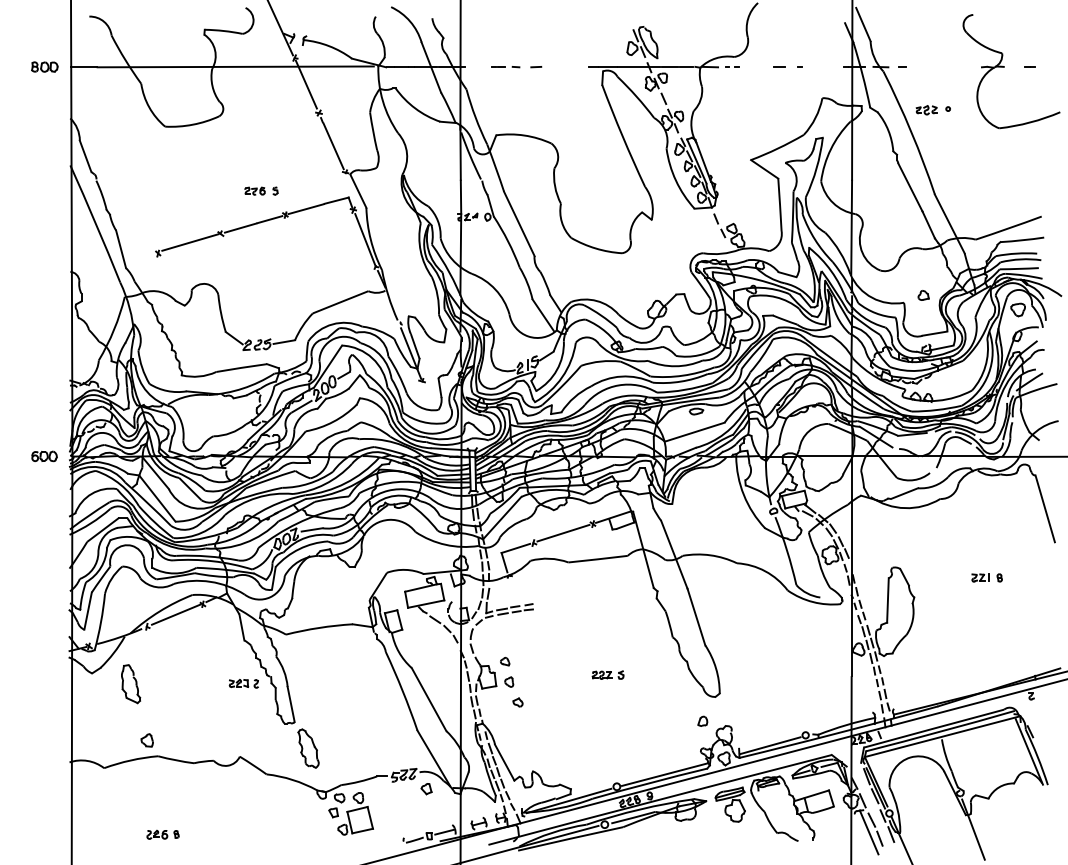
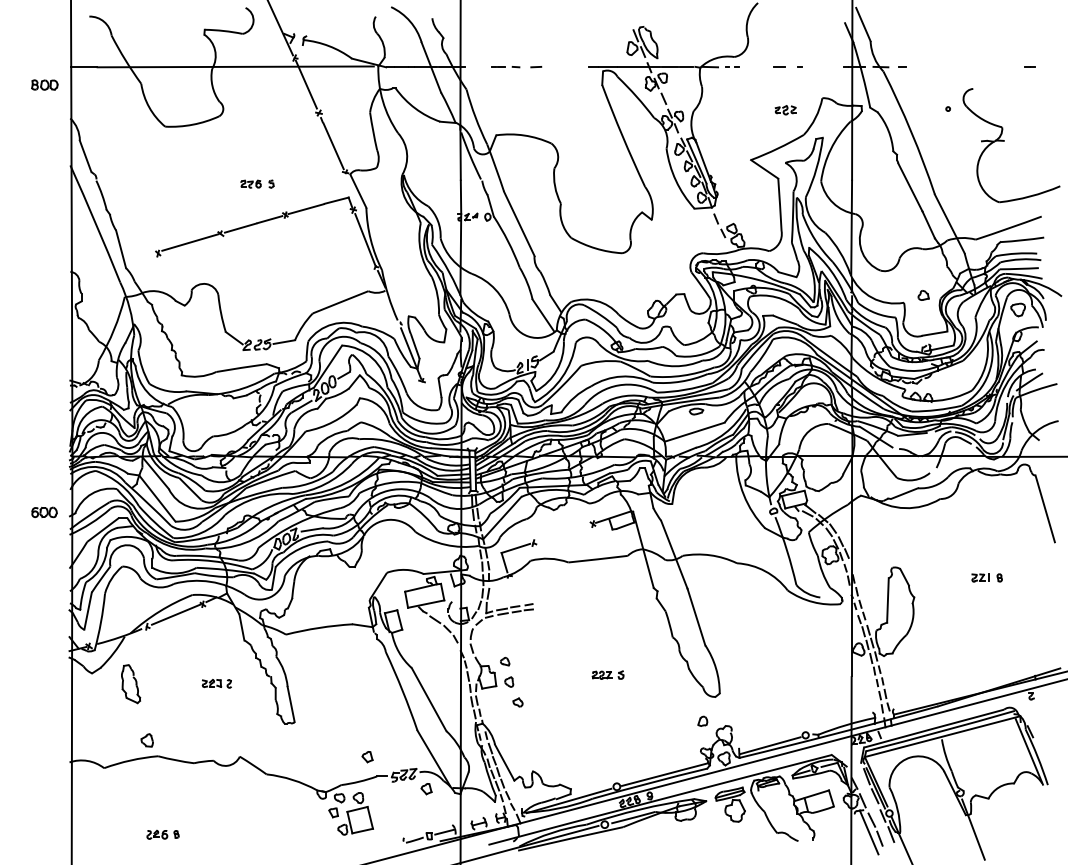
part at (44, 66) position: (44, 66) -> (44, 84)
part at (1004, 67) position: (1004, 67) -> (1004, 141)
part at (926, 110) position: (926, 110) -> (785, 110)
part at (261, 190) position: (261, 190) -> (257, 183)
part at (44, 456) position: (44, 456) -> (44, 512)
line at (563, 532): present -> none
part at (243, 683) position: (243, 683) -> (216, 683)
part at (308, 748): present -> none
part at (367, 757): none -> present
